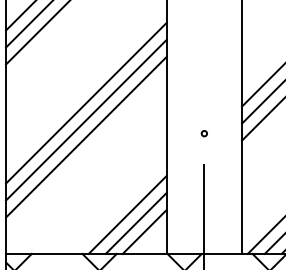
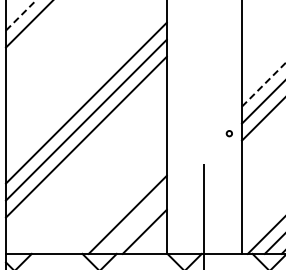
line at (21, 15): solid -> dashed
line at (37, 33): present -> none
line at (263, 84): solid -> dashed
circle at (203, 133) position: (203, 133) -> (228, 133)
line at (135, 222): present -> none
